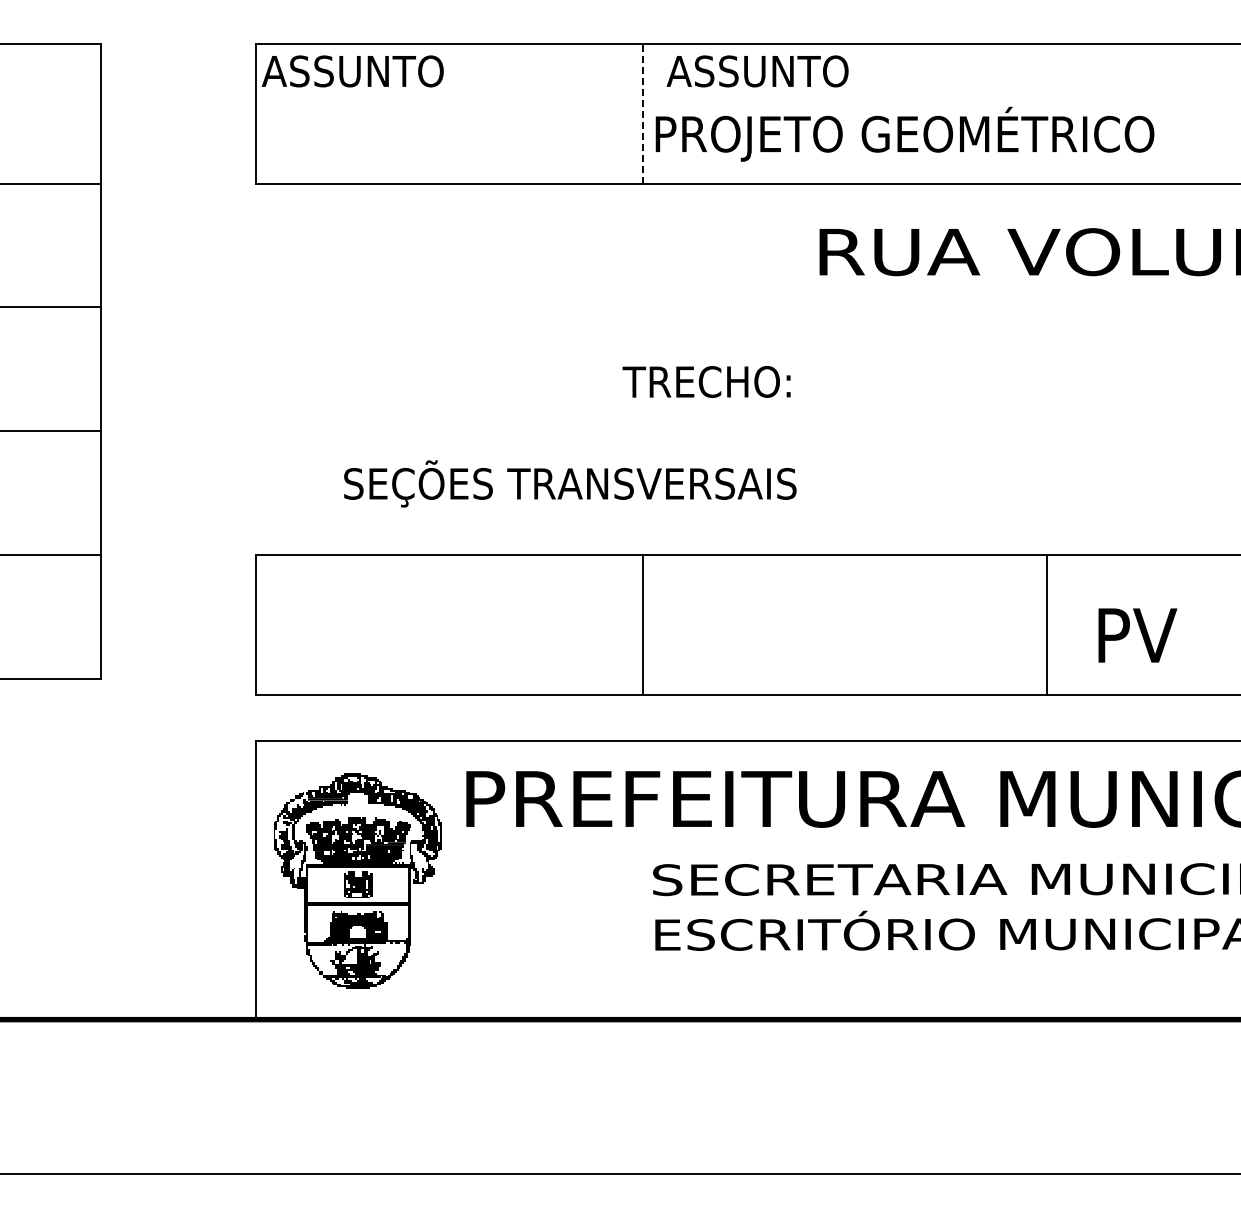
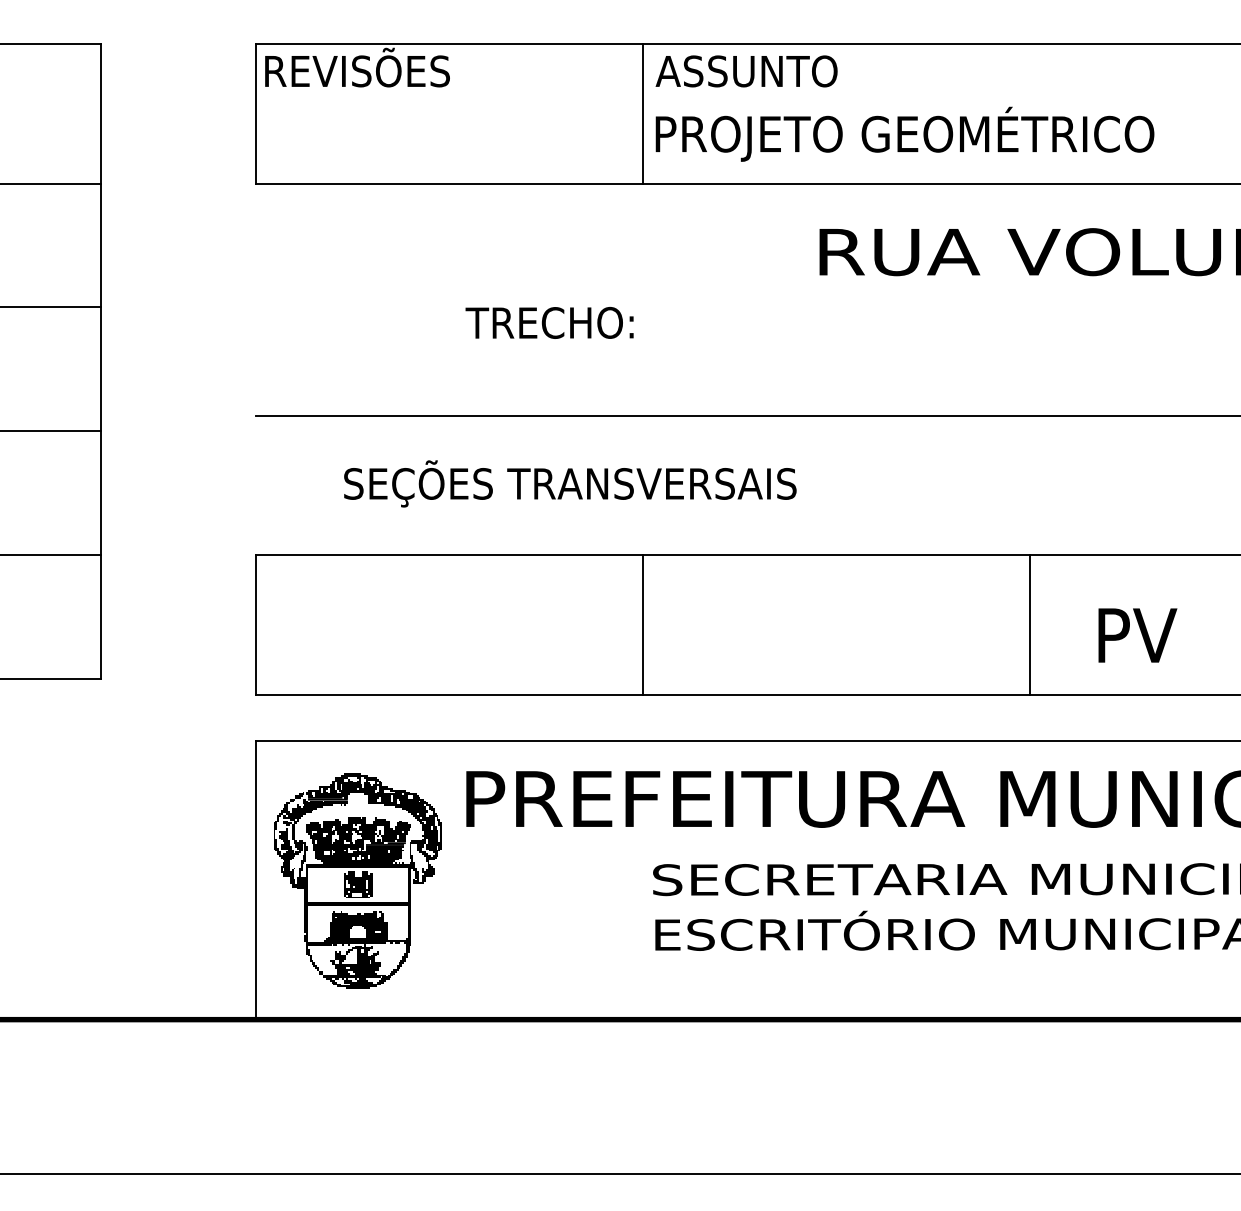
text at (355, 67): ASSUNTO -> REVISÕES
text at (757, 71) position: (757, 71) -> (746, 71)
line at (642, 113): dashed -> solid
text at (706, 381) position: (706, 381) -> (549, 322)
line at (746, 415): none -> present
line at (1046, 624) position: (1046, 624) -> (1029, 624)
